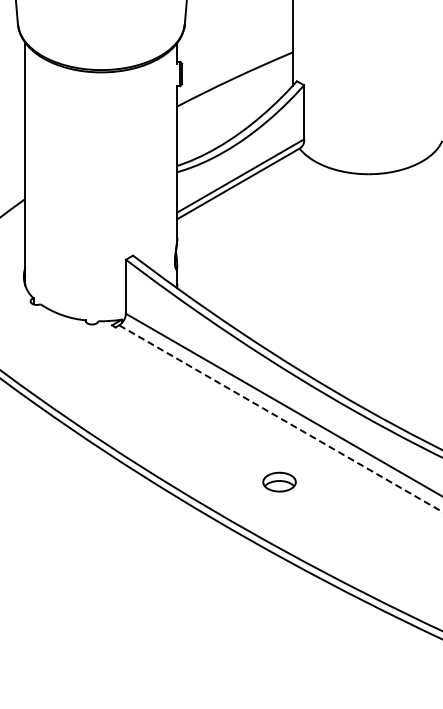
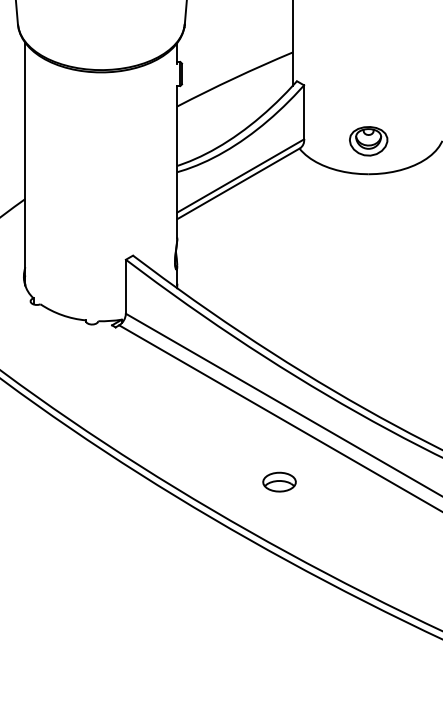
part at (368, 141): none -> present
line at (281, 418): dashed -> solid
